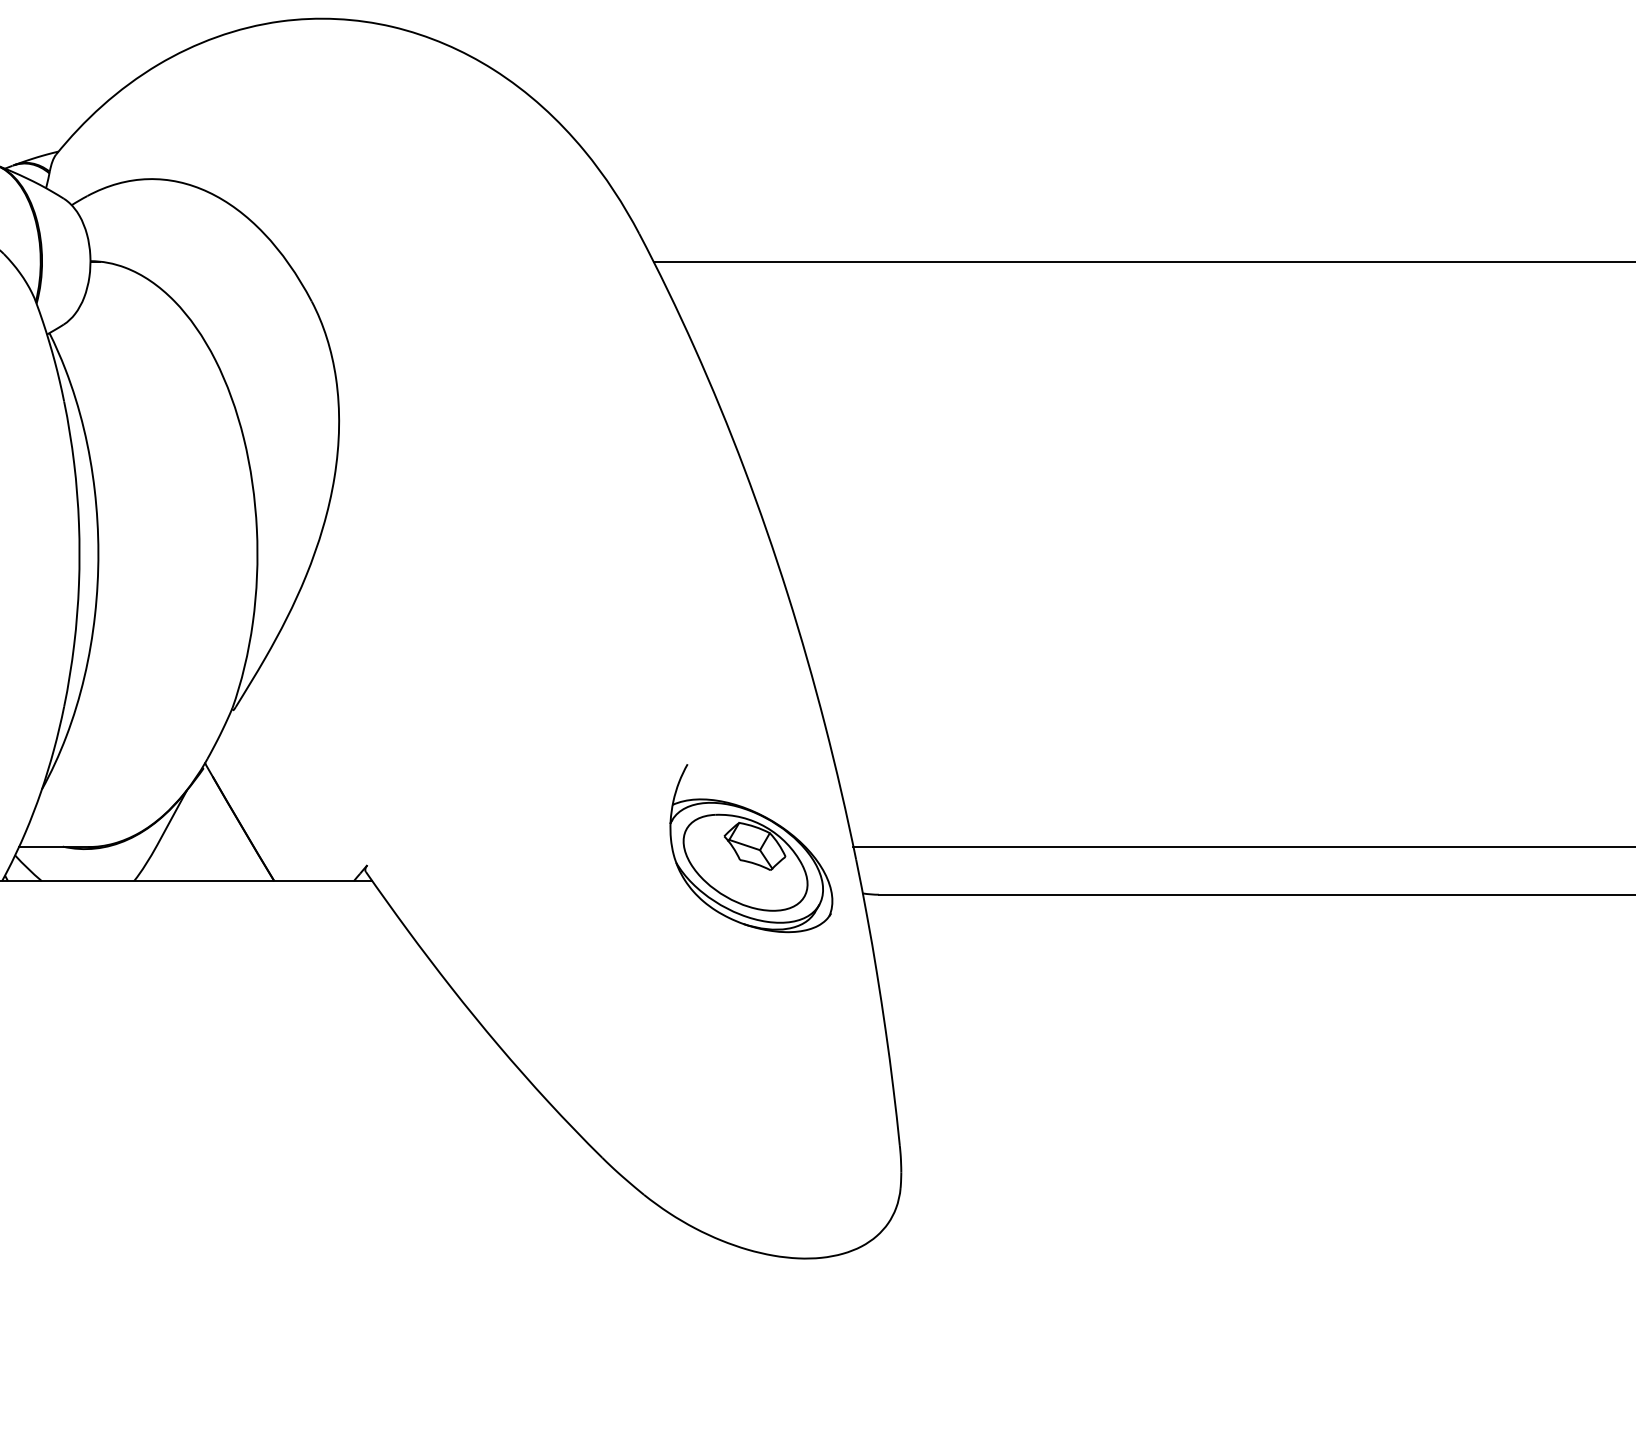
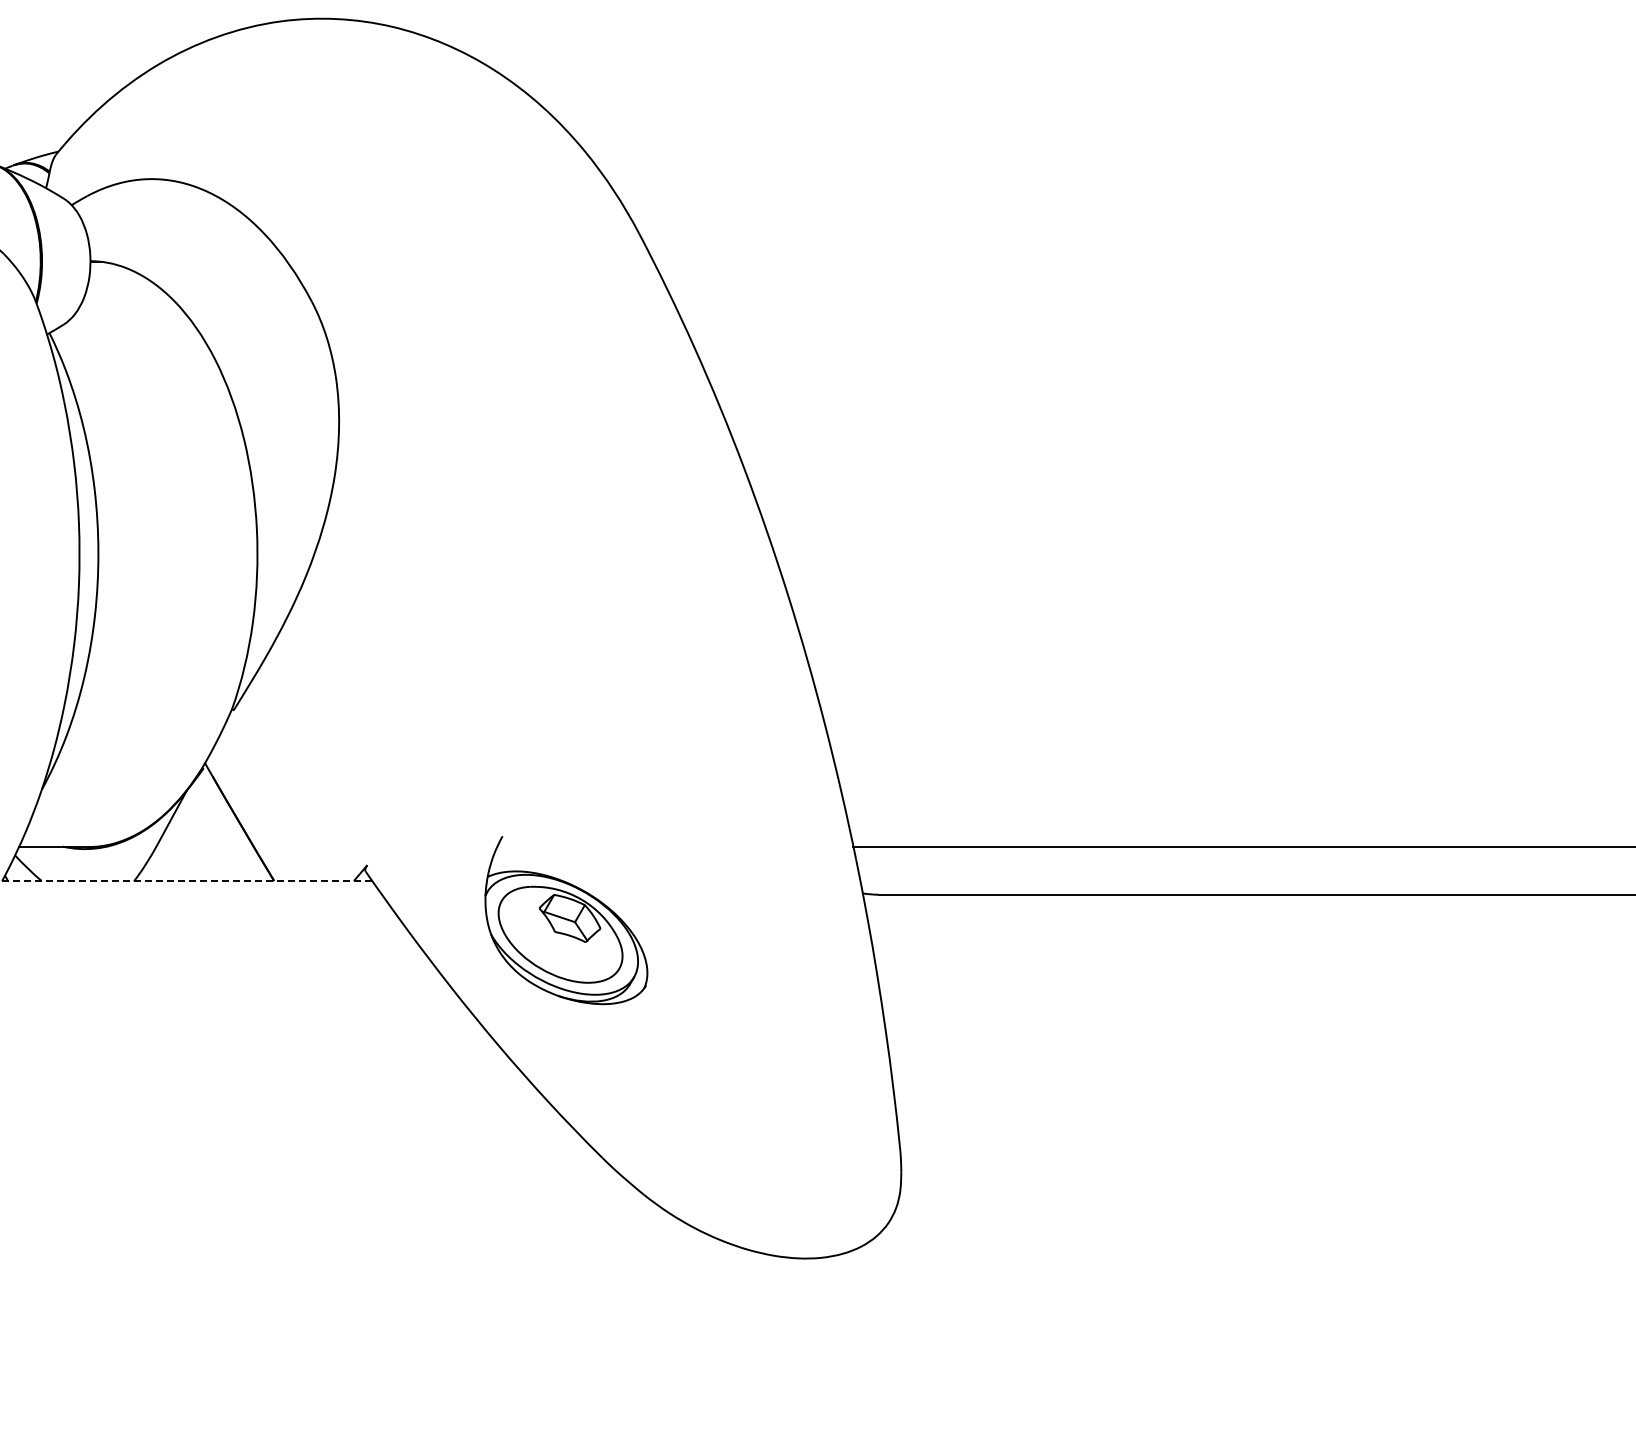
line at (1142, 261): present -> none
part at (751, 848) position: (751, 848) -> (566, 920)
line at (186, 881): solid -> dashed
